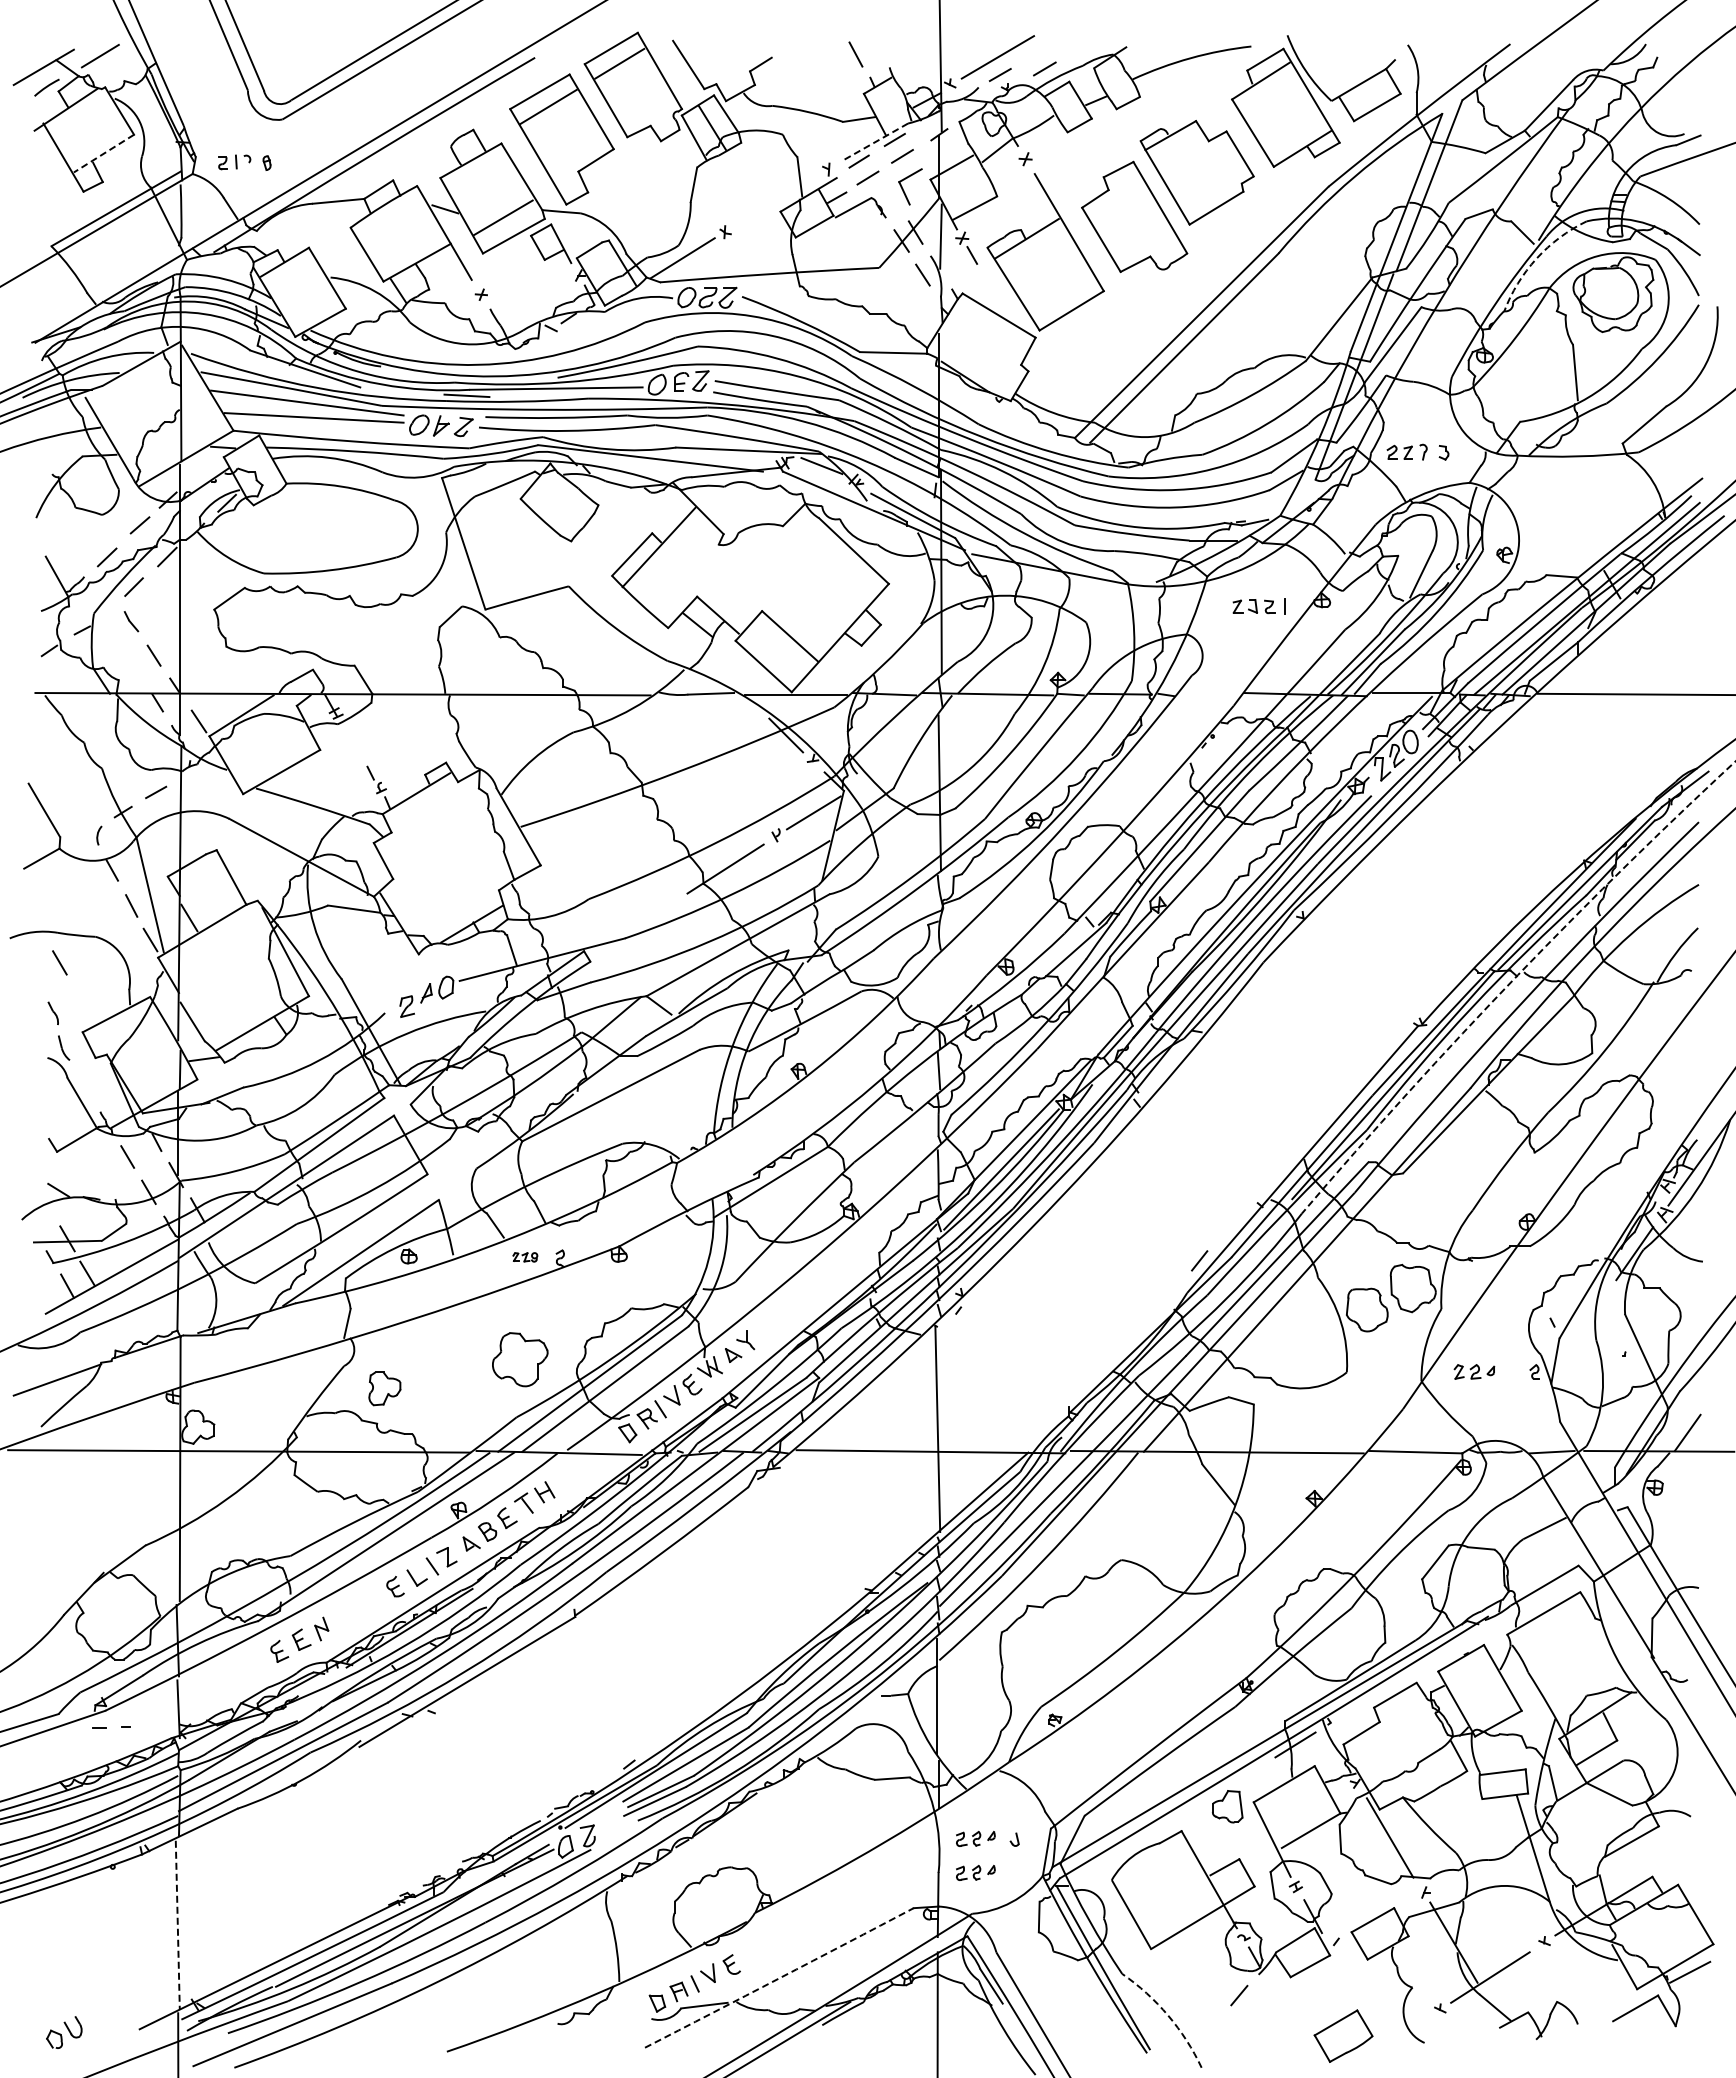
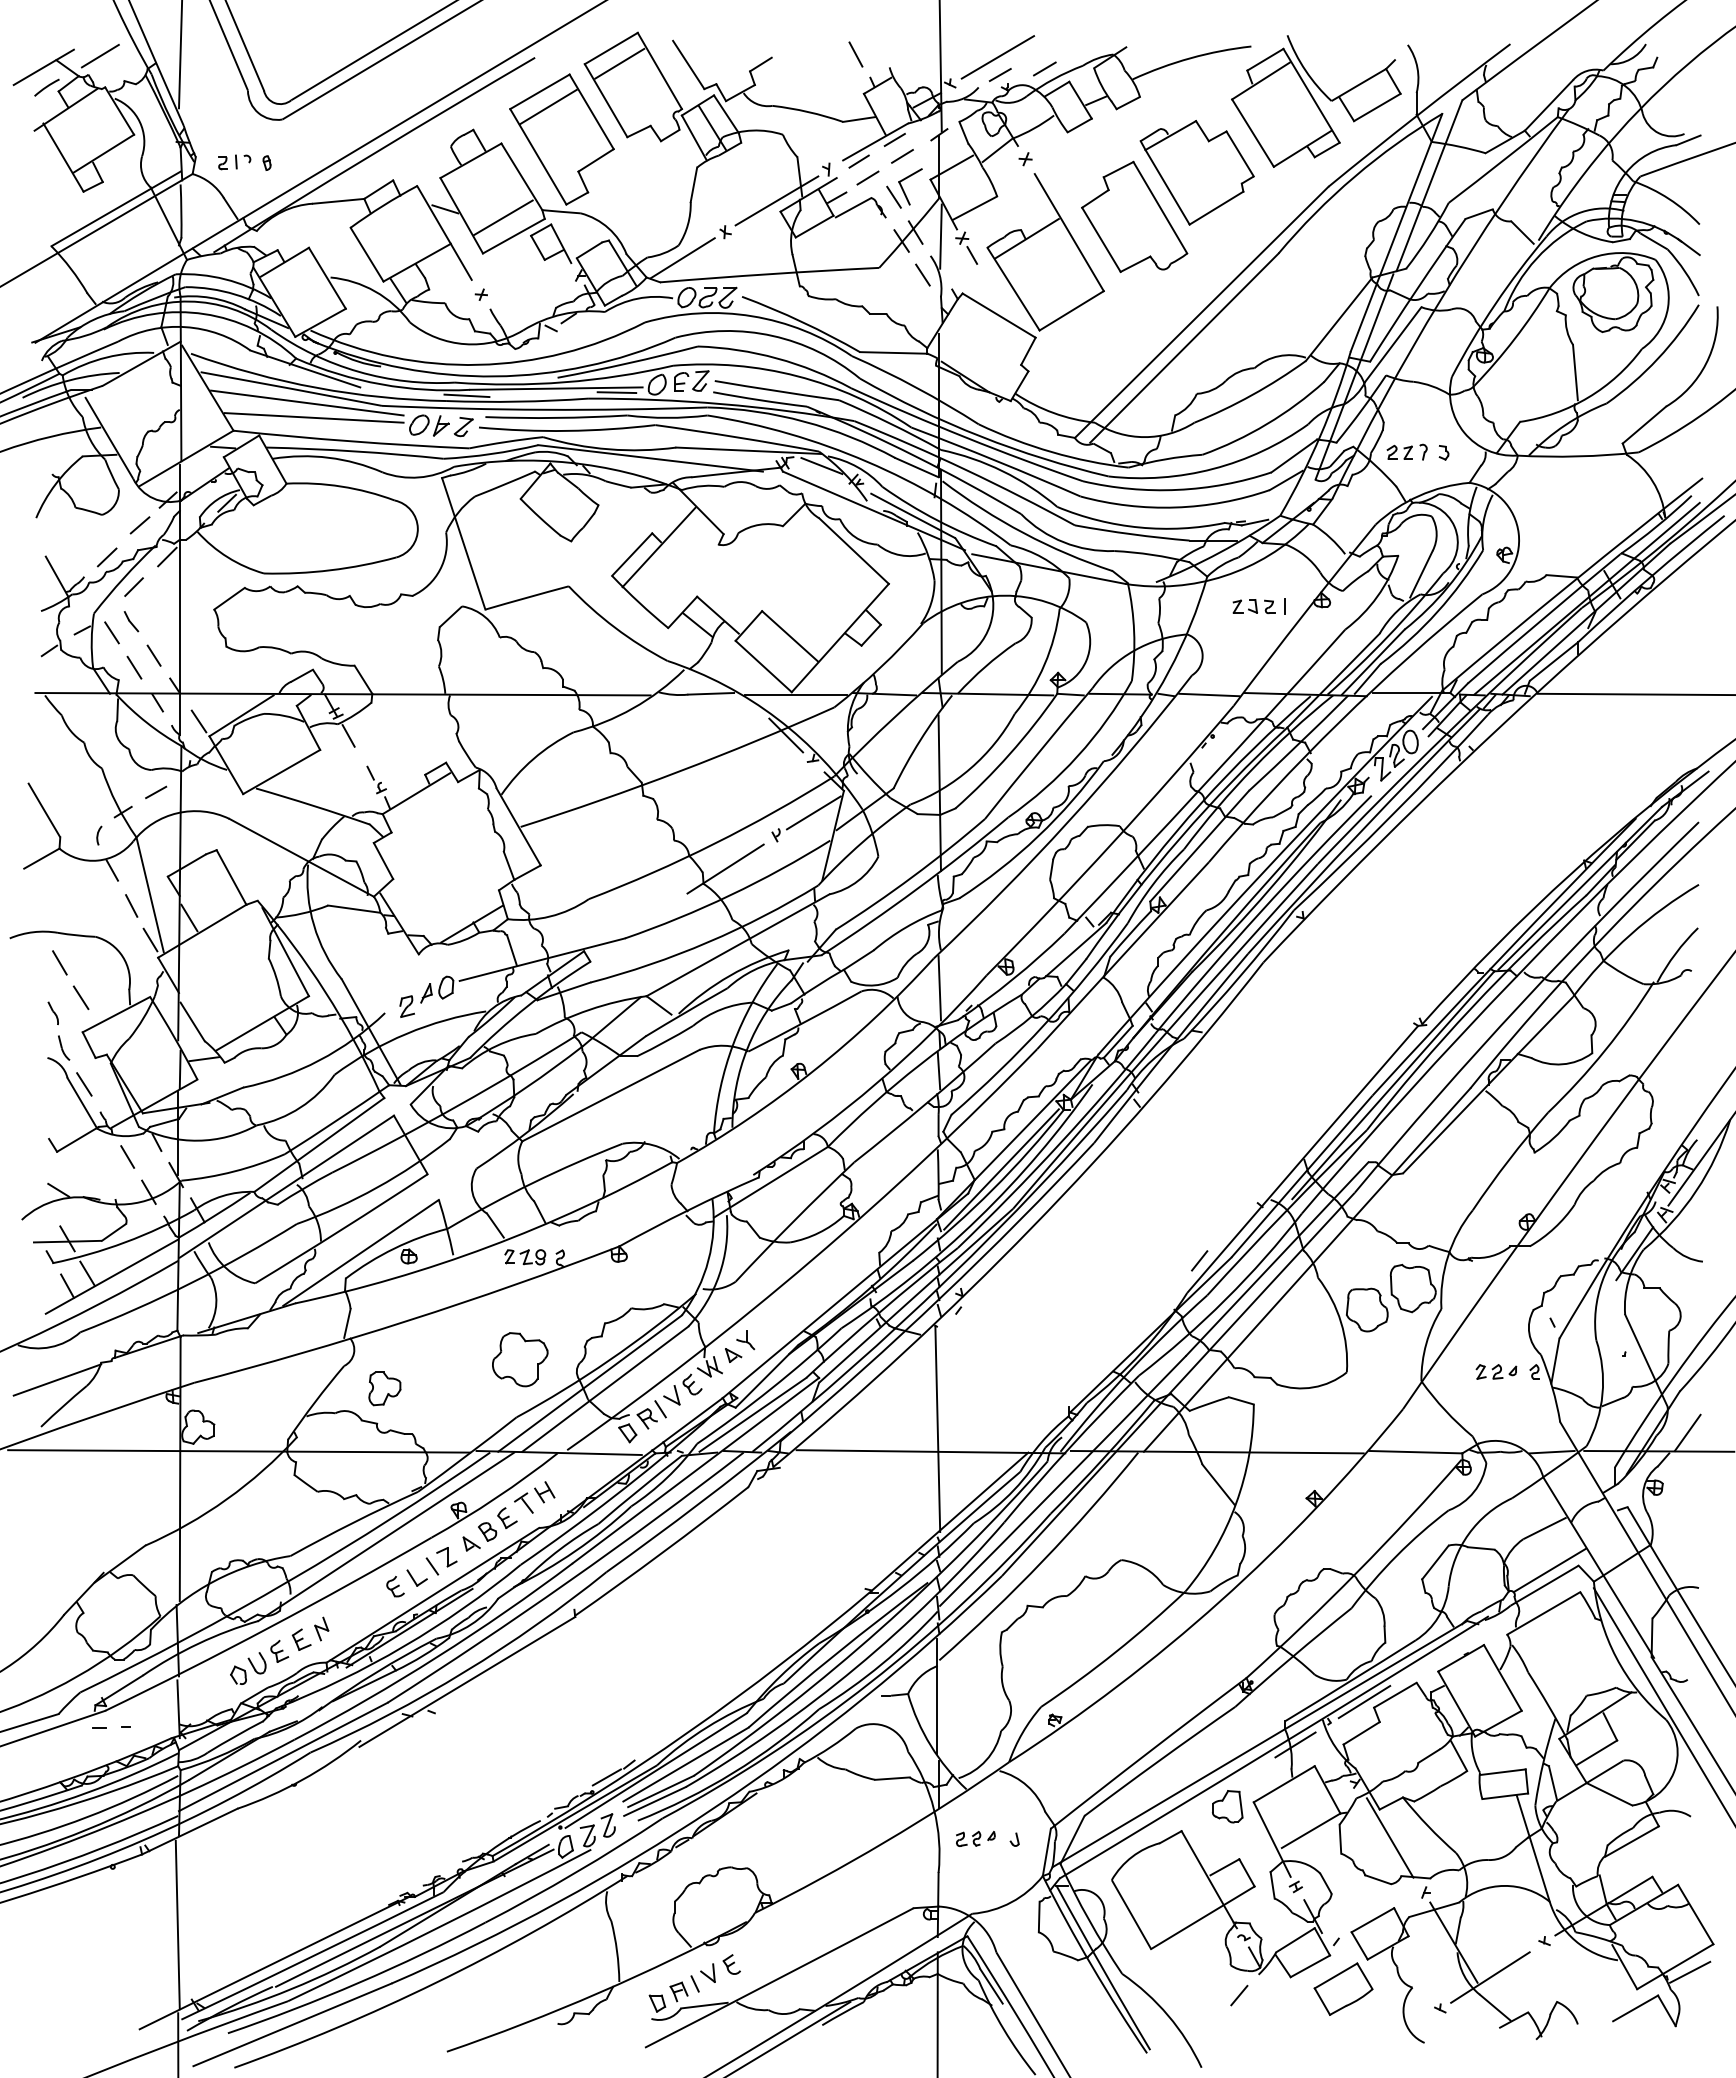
line at (180, 55): none -> present
line at (875, 142): dashed -> solid
line at (103, 153): dashed -> solid
line at (893, 196): none -> present
line at (776, 200): none -> present
arc at (1536, 258): dashed -> solid
line at (616, 392): none -> present
line at (111, 632): none -> present
line at (134, 667): none -> present
line at (1209, 694): none -> present
line at (348, 735): none -> present
arc at (1512, 980): dashed -> solid
line at (939, 988): none -> present
line at (80, 997): none -> present
line at (84, 1084): none -> present
part at (525, 1257) size: 27x11 px -> 43x17 px
part at (1474, 1371) position: (1474, 1371) -> (1496, 1371)
line at (1549, 1570): none -> present
line at (1364, 1702): none -> present
line at (1662, 1705): none -> present
line at (606, 1777): none -> present
part at (607, 1825): none -> present
part at (975, 1872): present -> none
line at (177, 1925): dashed -> solid
arc at (779, 1978): dashed -> solid
arc at (1168, 2015): dashed -> solid
part at (64, 2032) position: (64, 2032) -> (248, 1668)
part at (1343, 2035) position: (1343, 2035) -> (1343, 1988)
